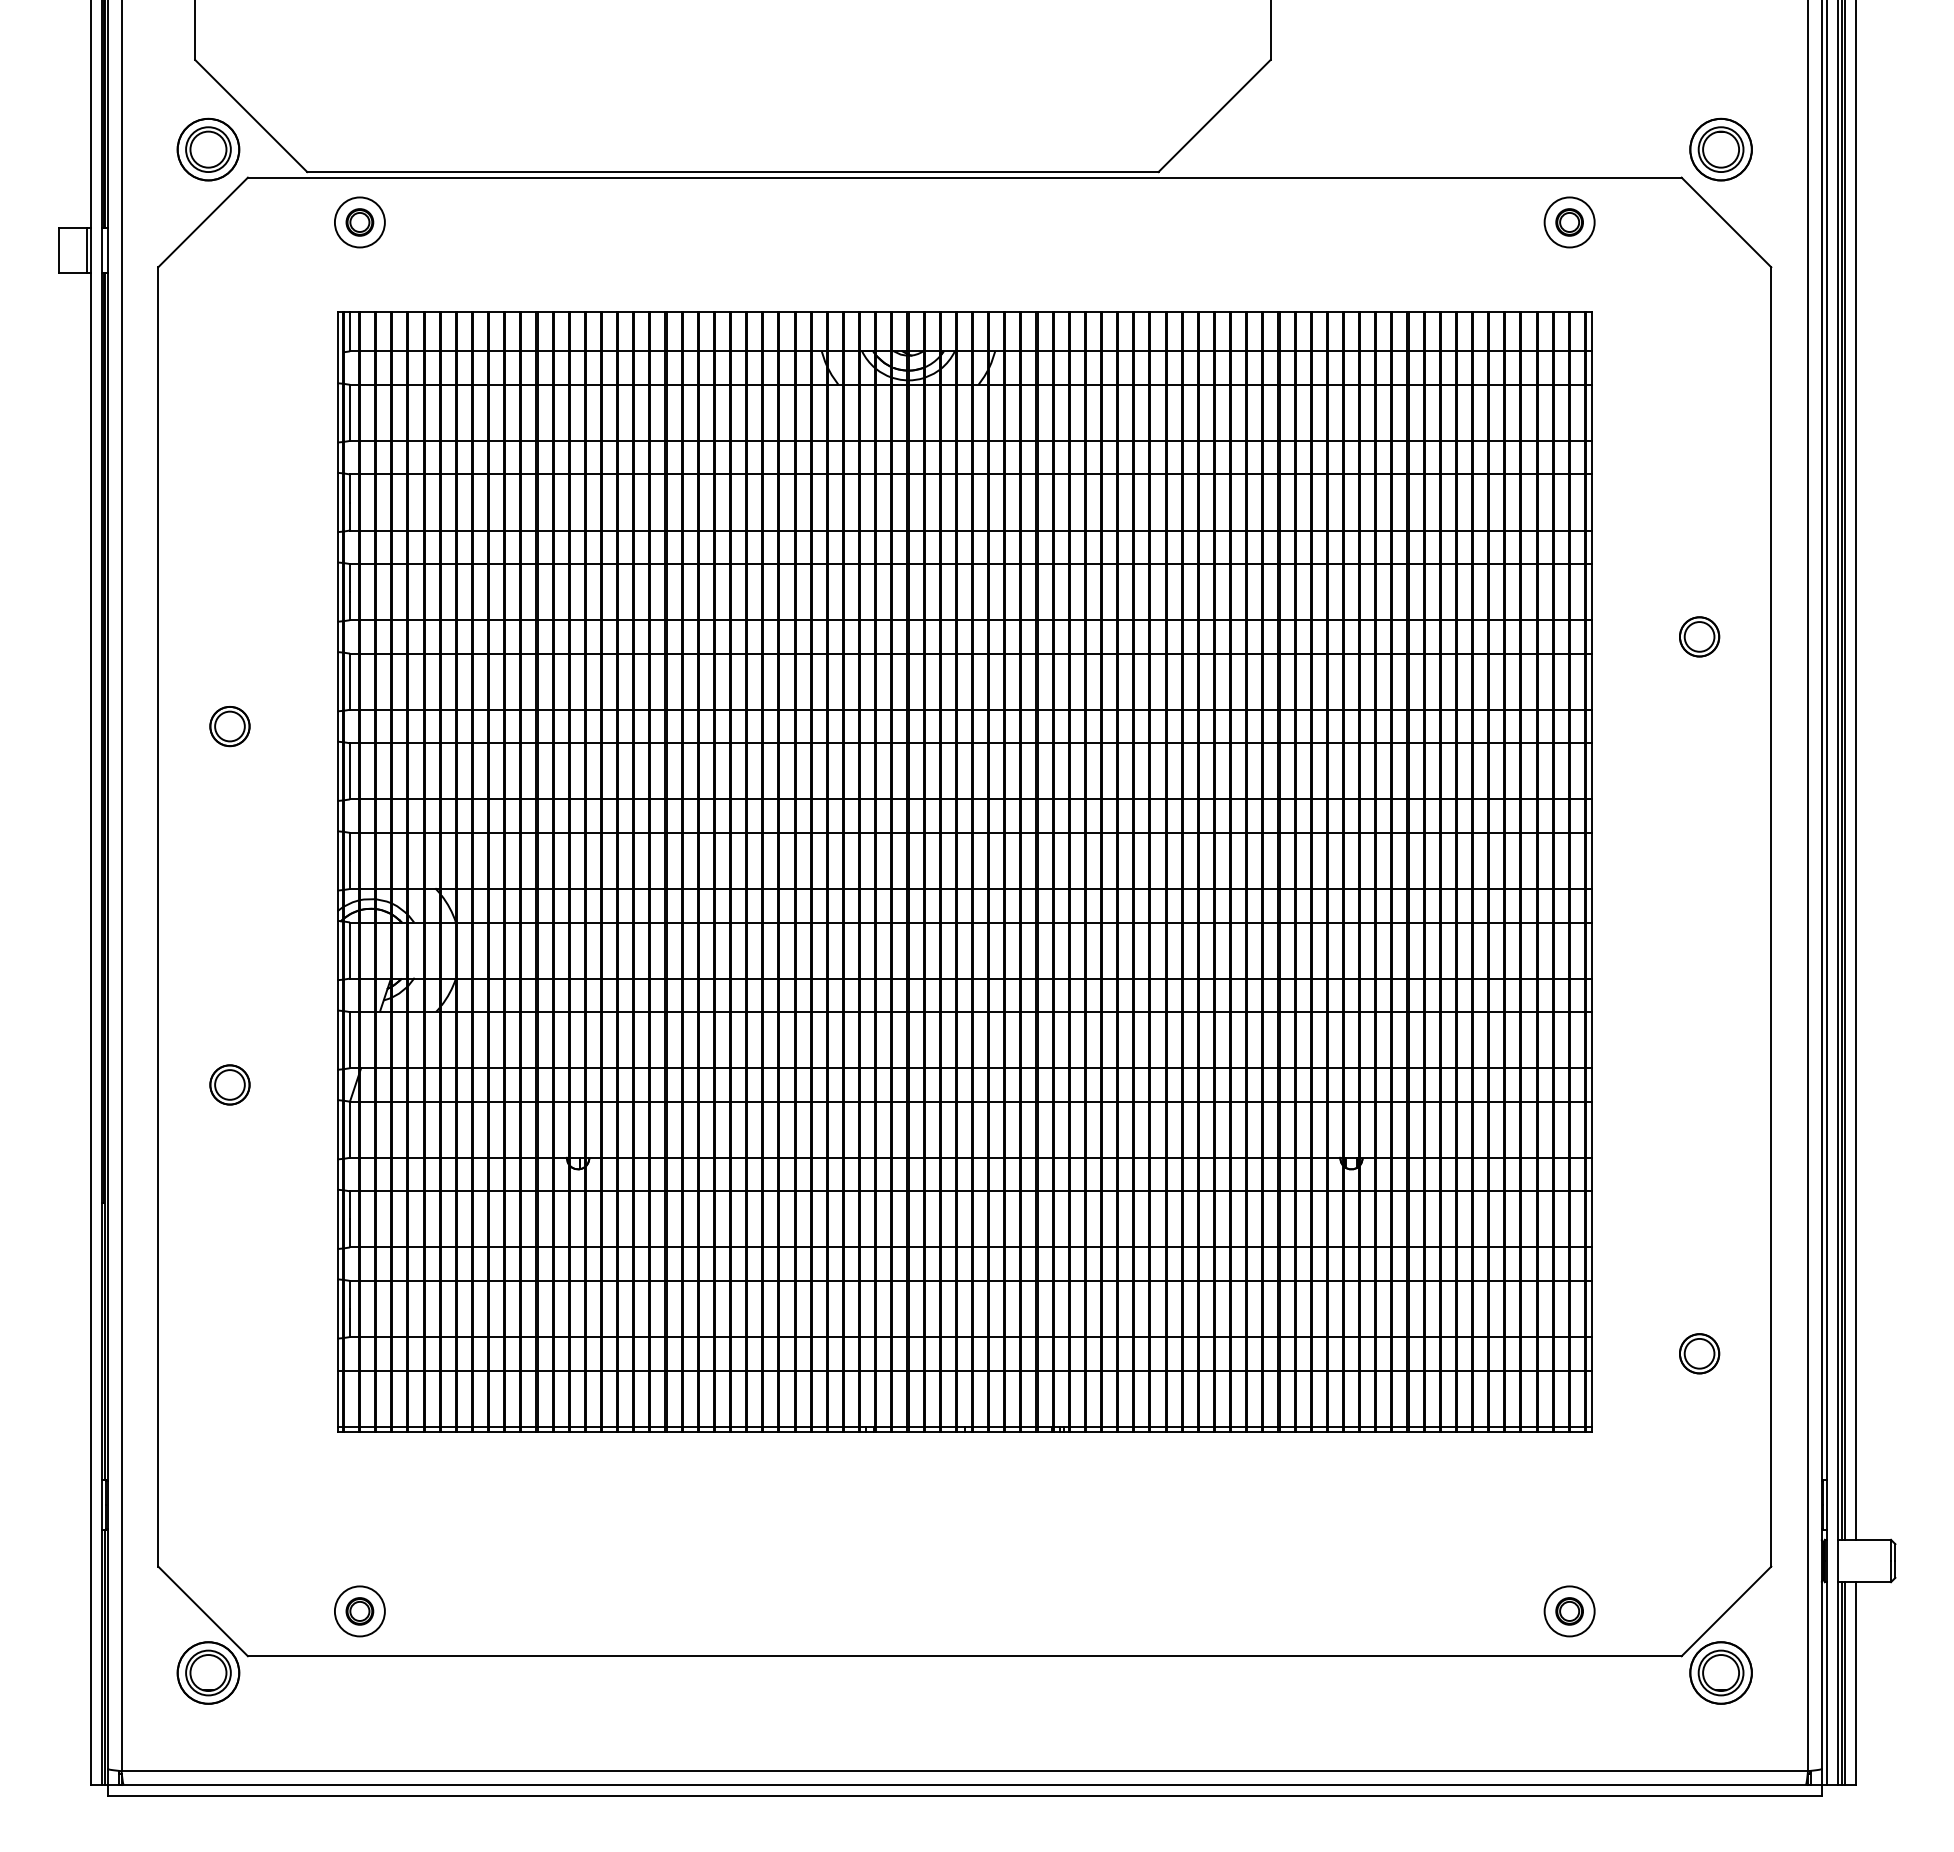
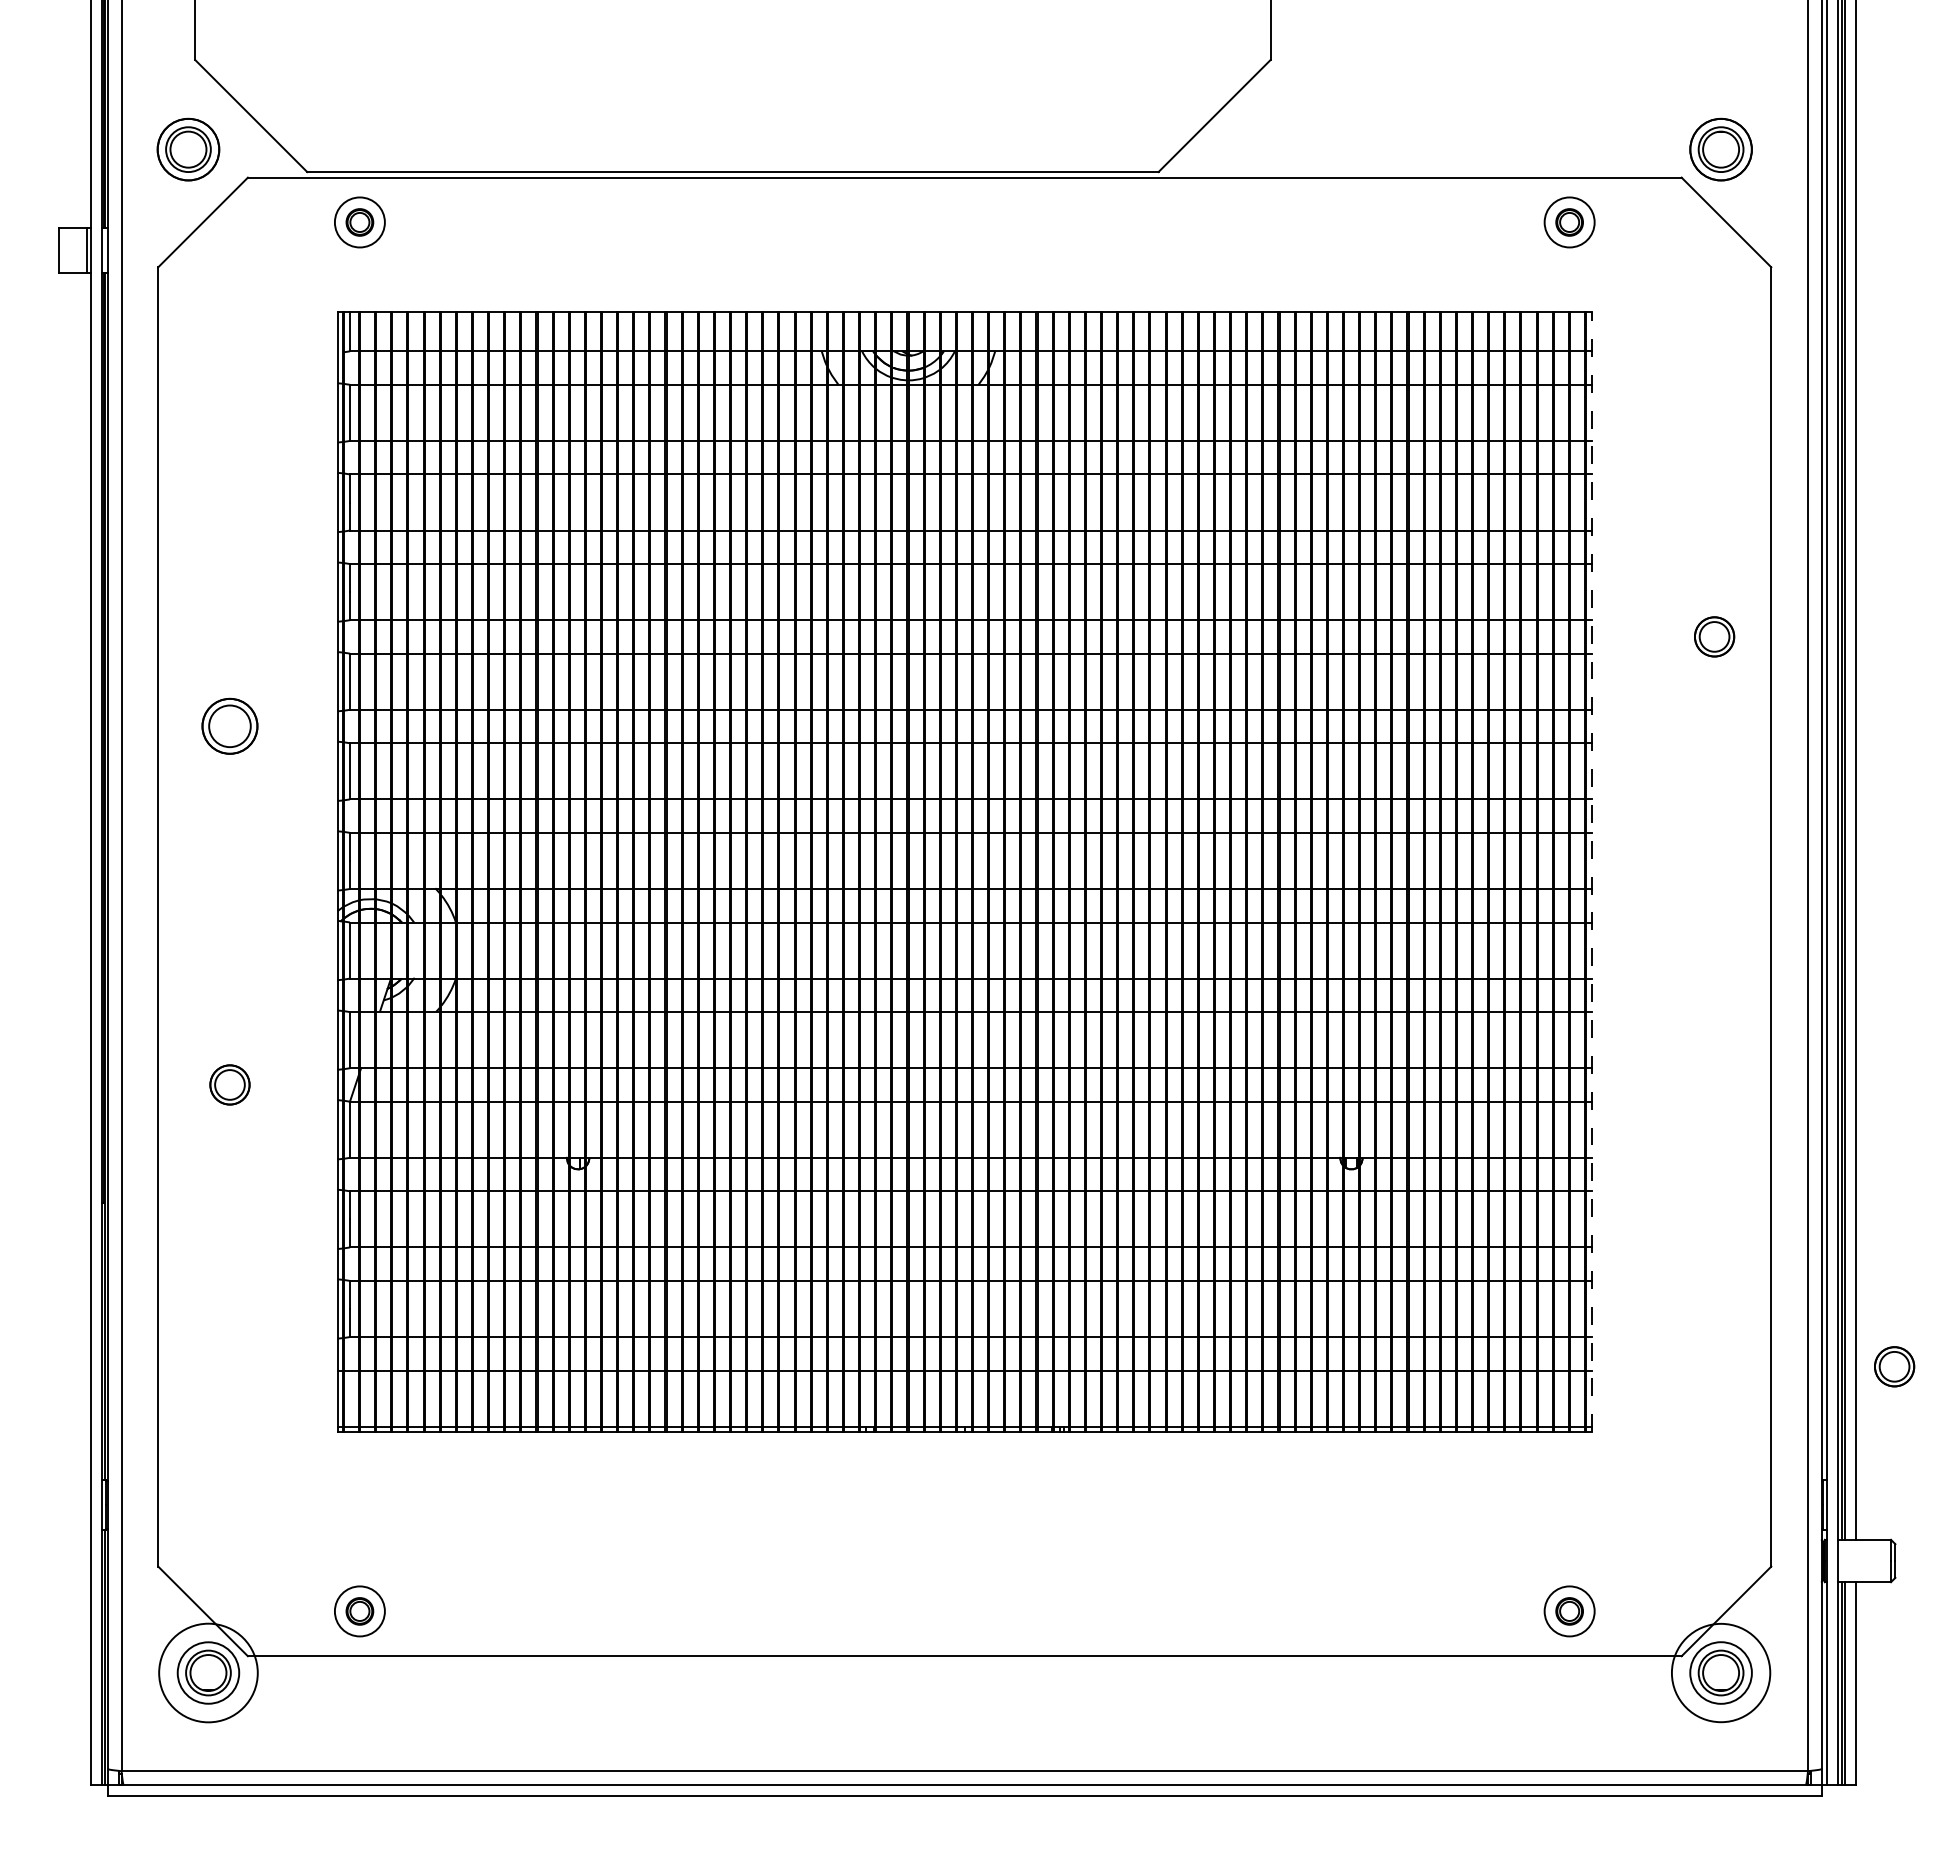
part at (208, 149) position: (208, 149) -> (188, 149)
part at (1699, 636) position: (1699, 636) -> (1714, 636)
part at (229, 726) size: 42x42 px -> 58x58 px
line at (1592, 871): solid -> dashed
part at (1699, 1353) position: (1699, 1353) -> (1894, 1366)
circle at (208, 1672) diameter: 62 px -> 99 px
circle at (1720, 1672) diameter: 61 px -> 98 px
